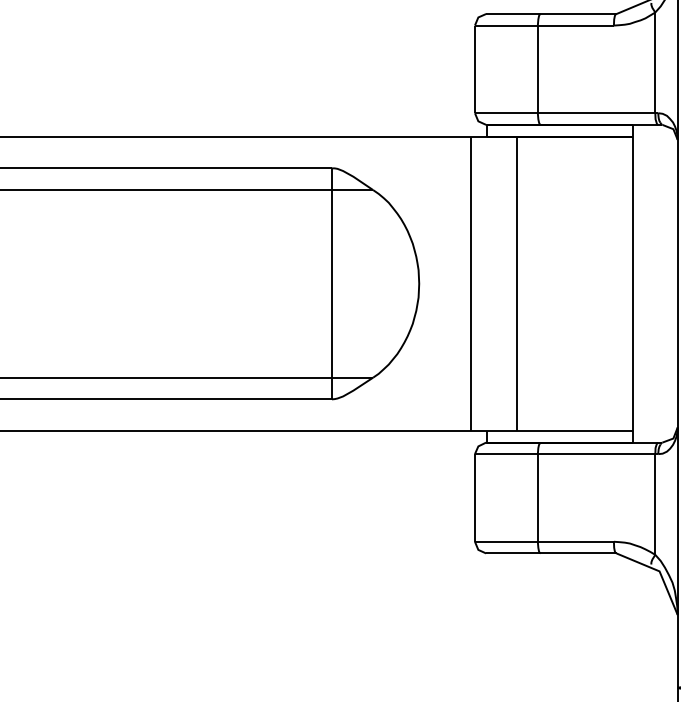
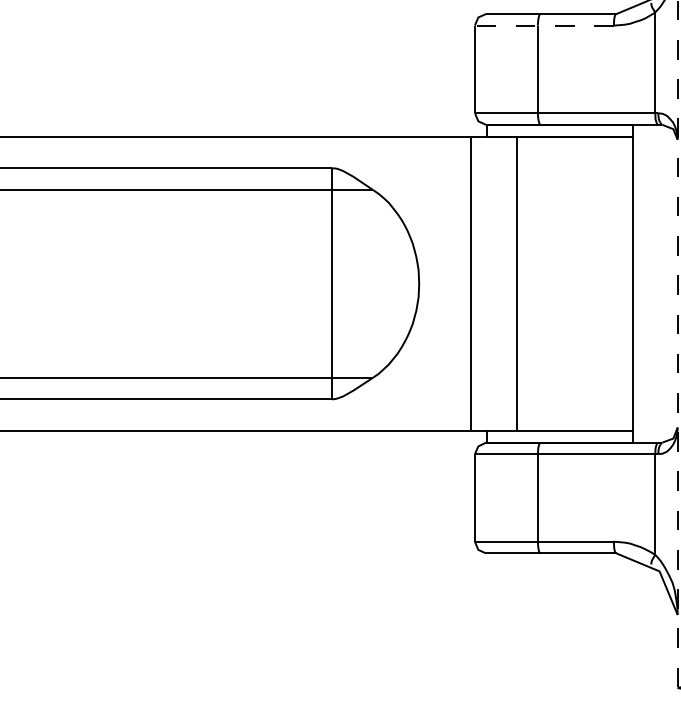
line at (543, 25): solid -> dashed
line at (677, 351): solid -> dashed
